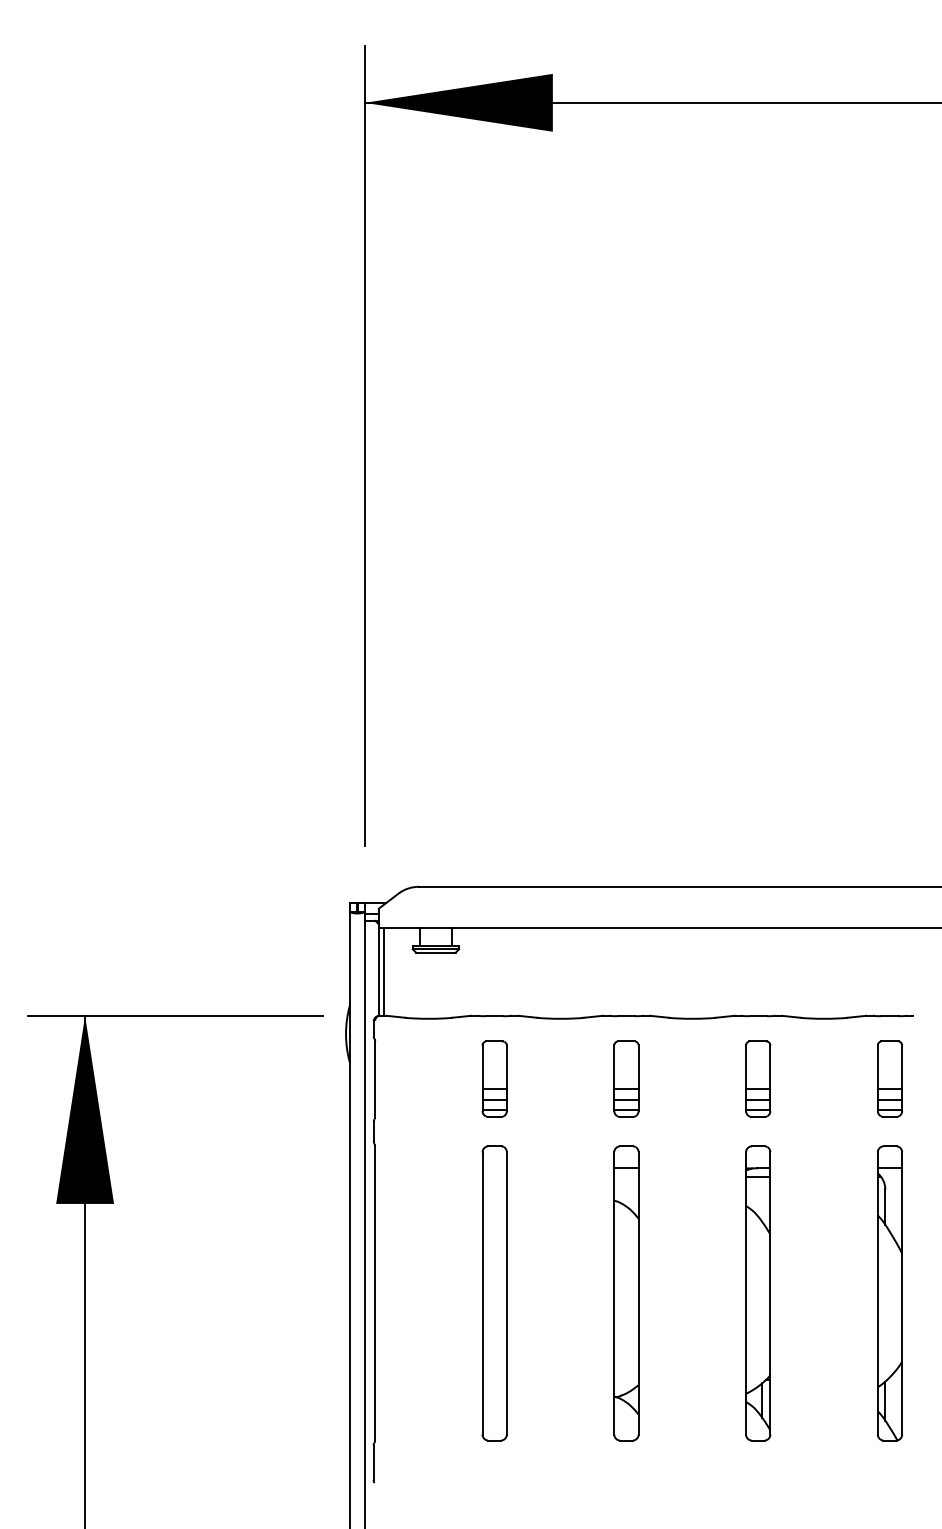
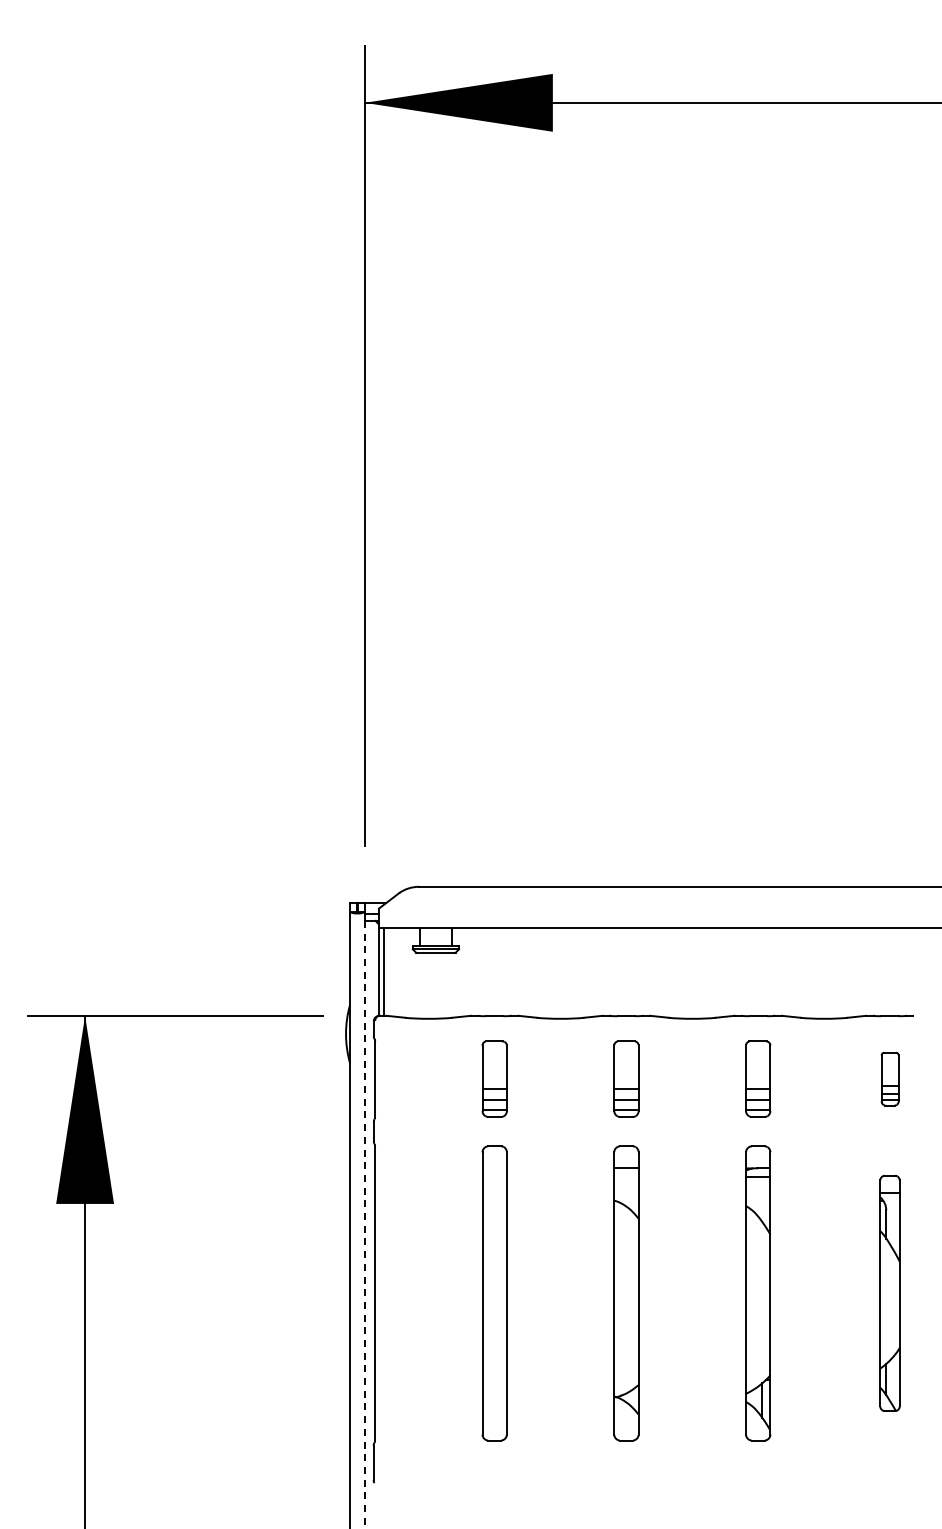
part at (890, 1078) size: 27x78 px -> 20x56 px
line at (364, 1224): solid -> dashed
part at (889, 1293) size: 26x297 px -> 22x238 px
